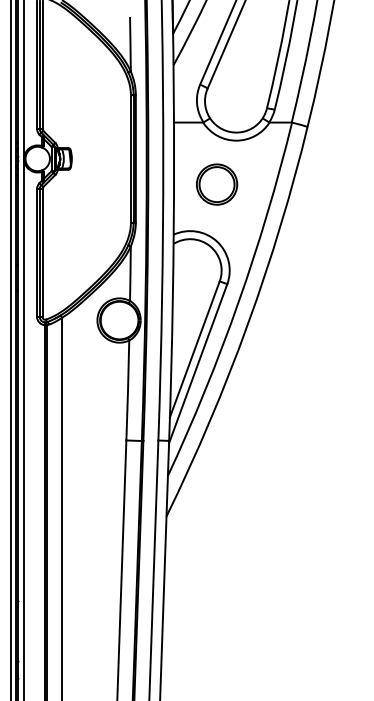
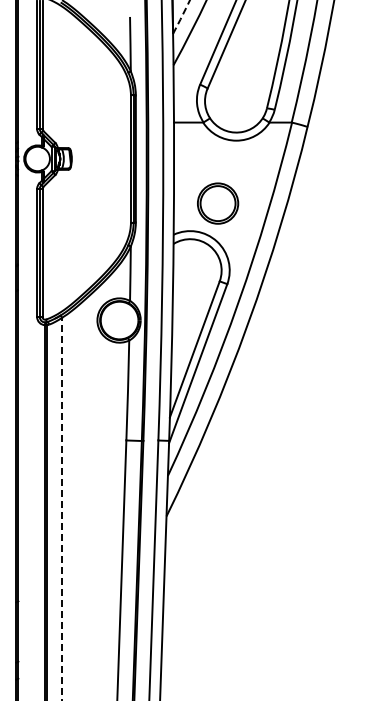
arc at (182, 16): solid -> dashed
part at (217, 184) position: (217, 184) -> (218, 203)
line at (11, 349): present -> none
line at (23, 349): present -> none
line at (62, 508): solid -> dashed
